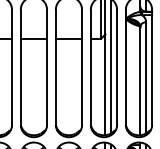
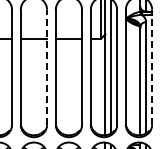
line at (47, 67): solid -> dashed
line at (152, 67): solid -> dashed
